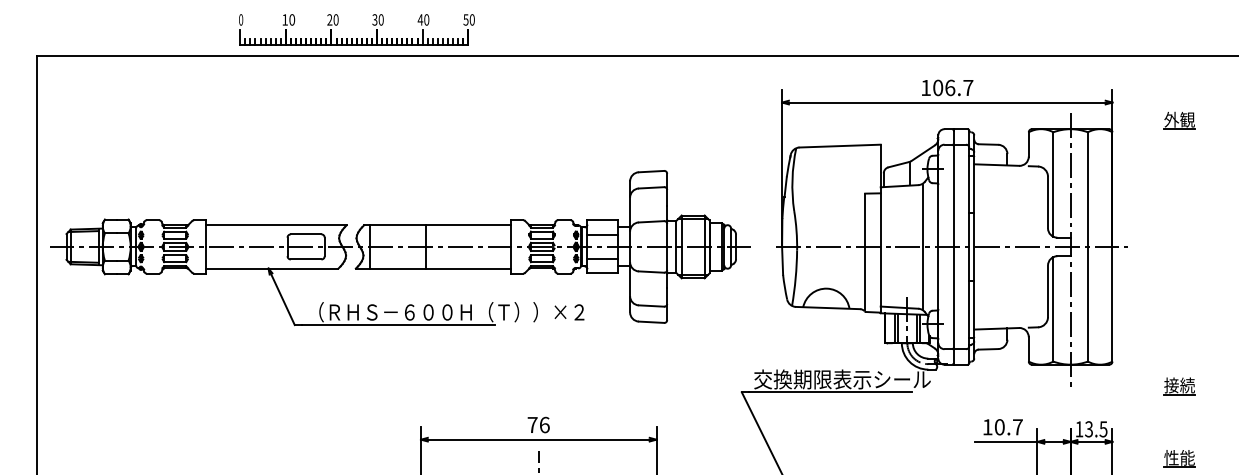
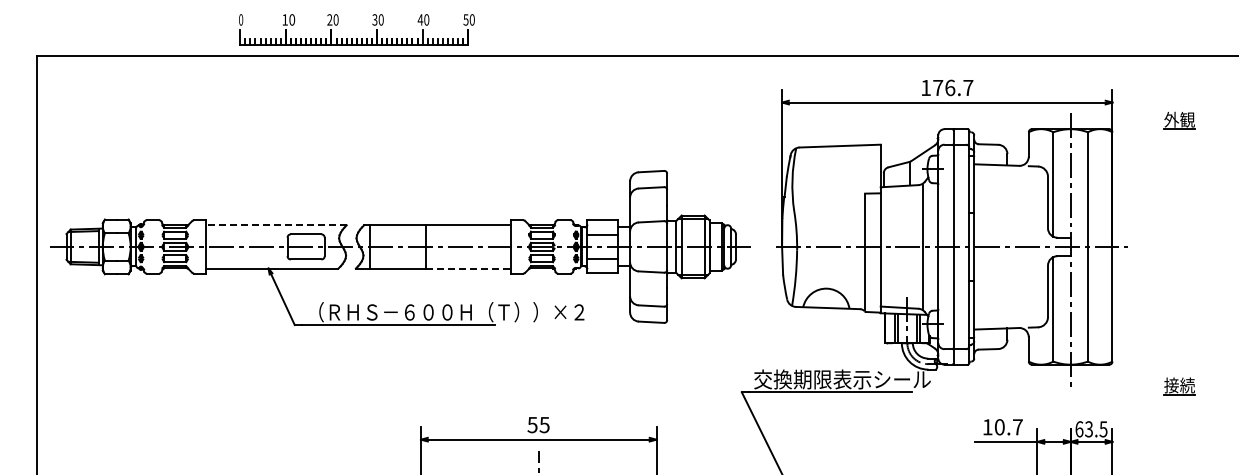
text at (938, 87): 106.7 -> 176.7
line at (275, 225): solid -> dashed
line at (468, 268): solid -> dashed
text at (538, 424): 76 -> 55
text at (1079, 429): 13.5 -> 63.5
part at (1179, 458): present -> none
